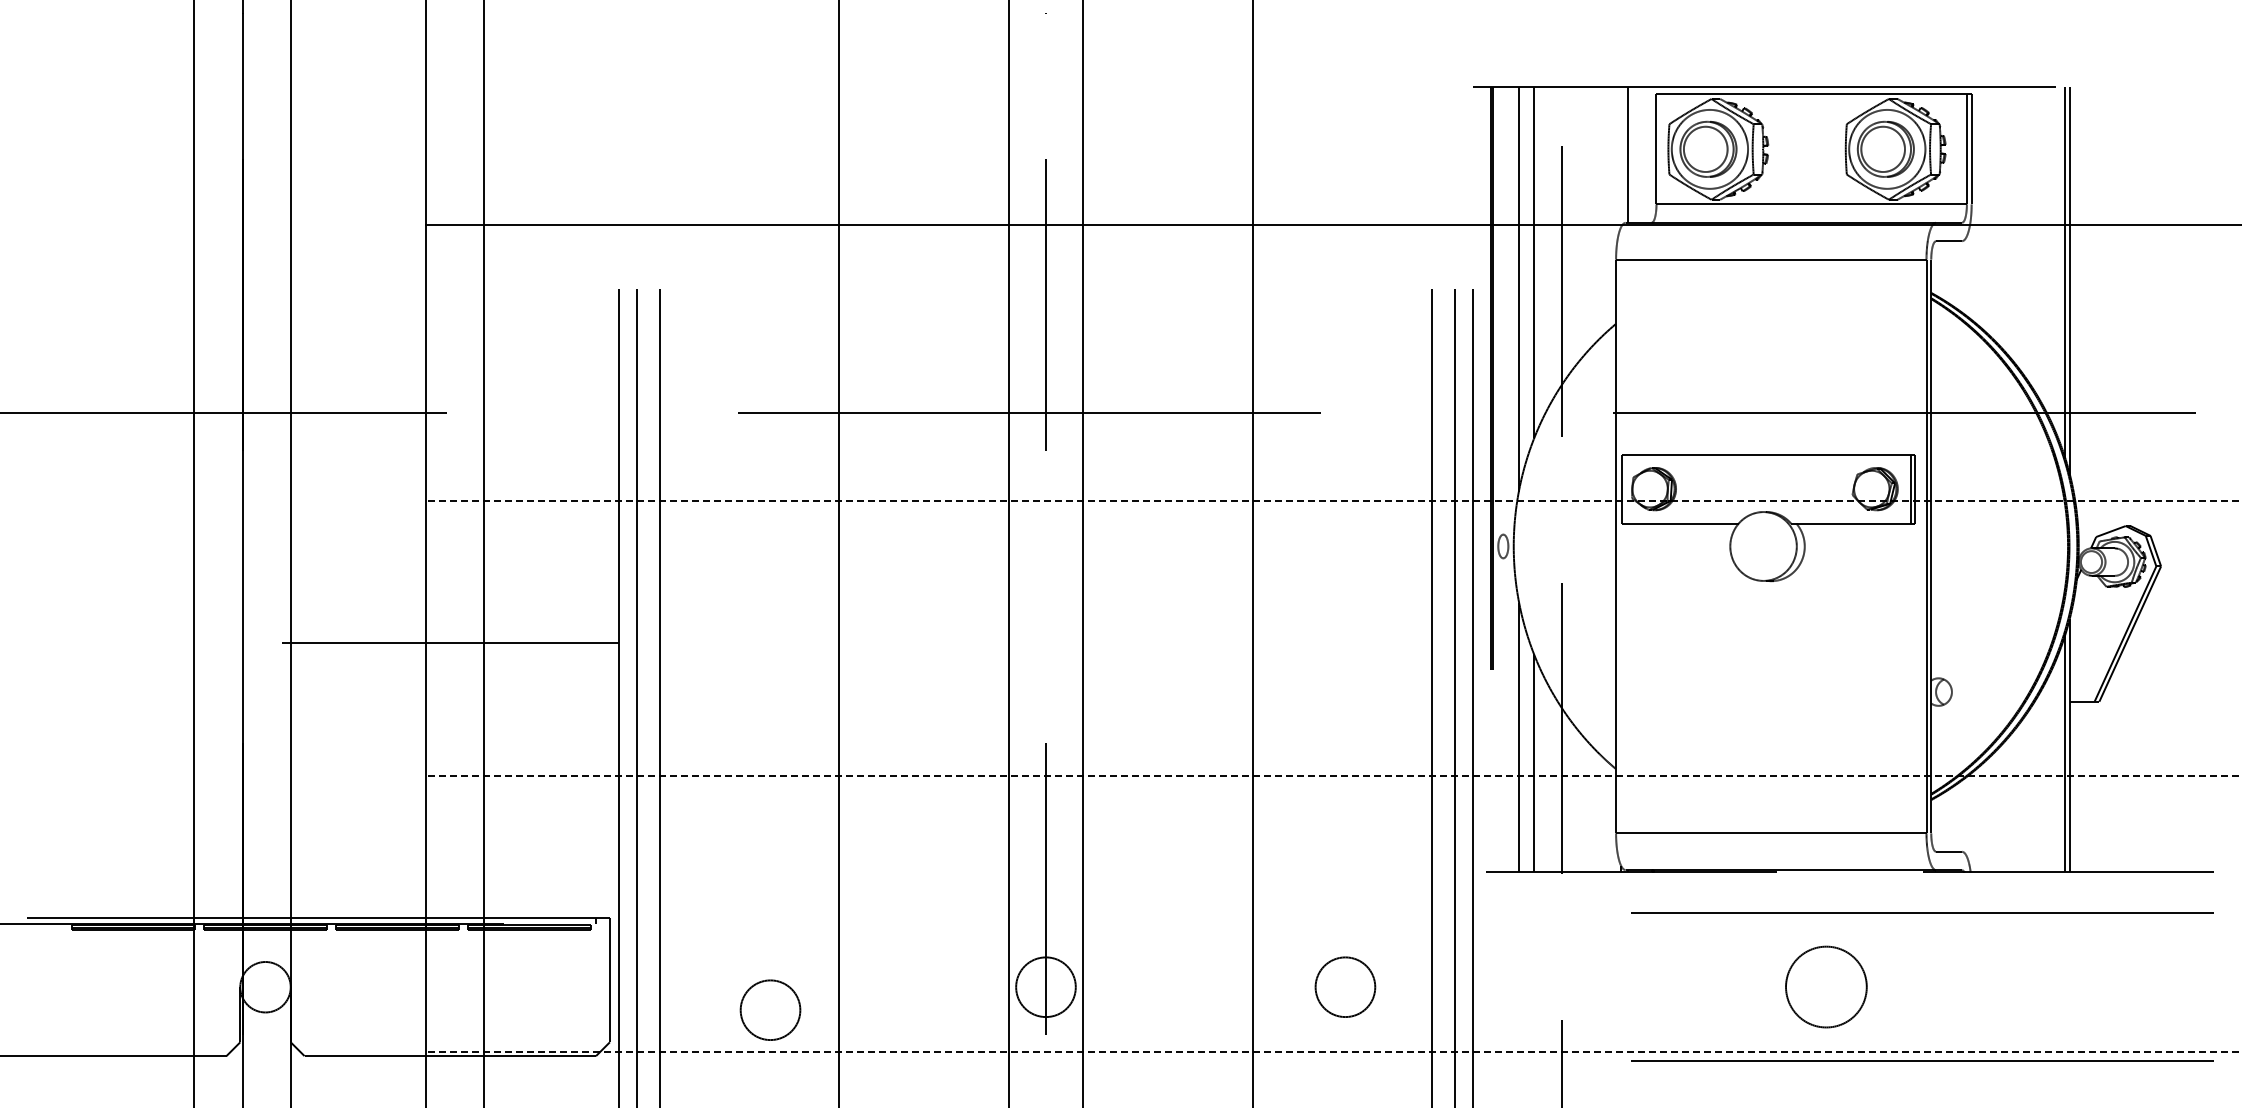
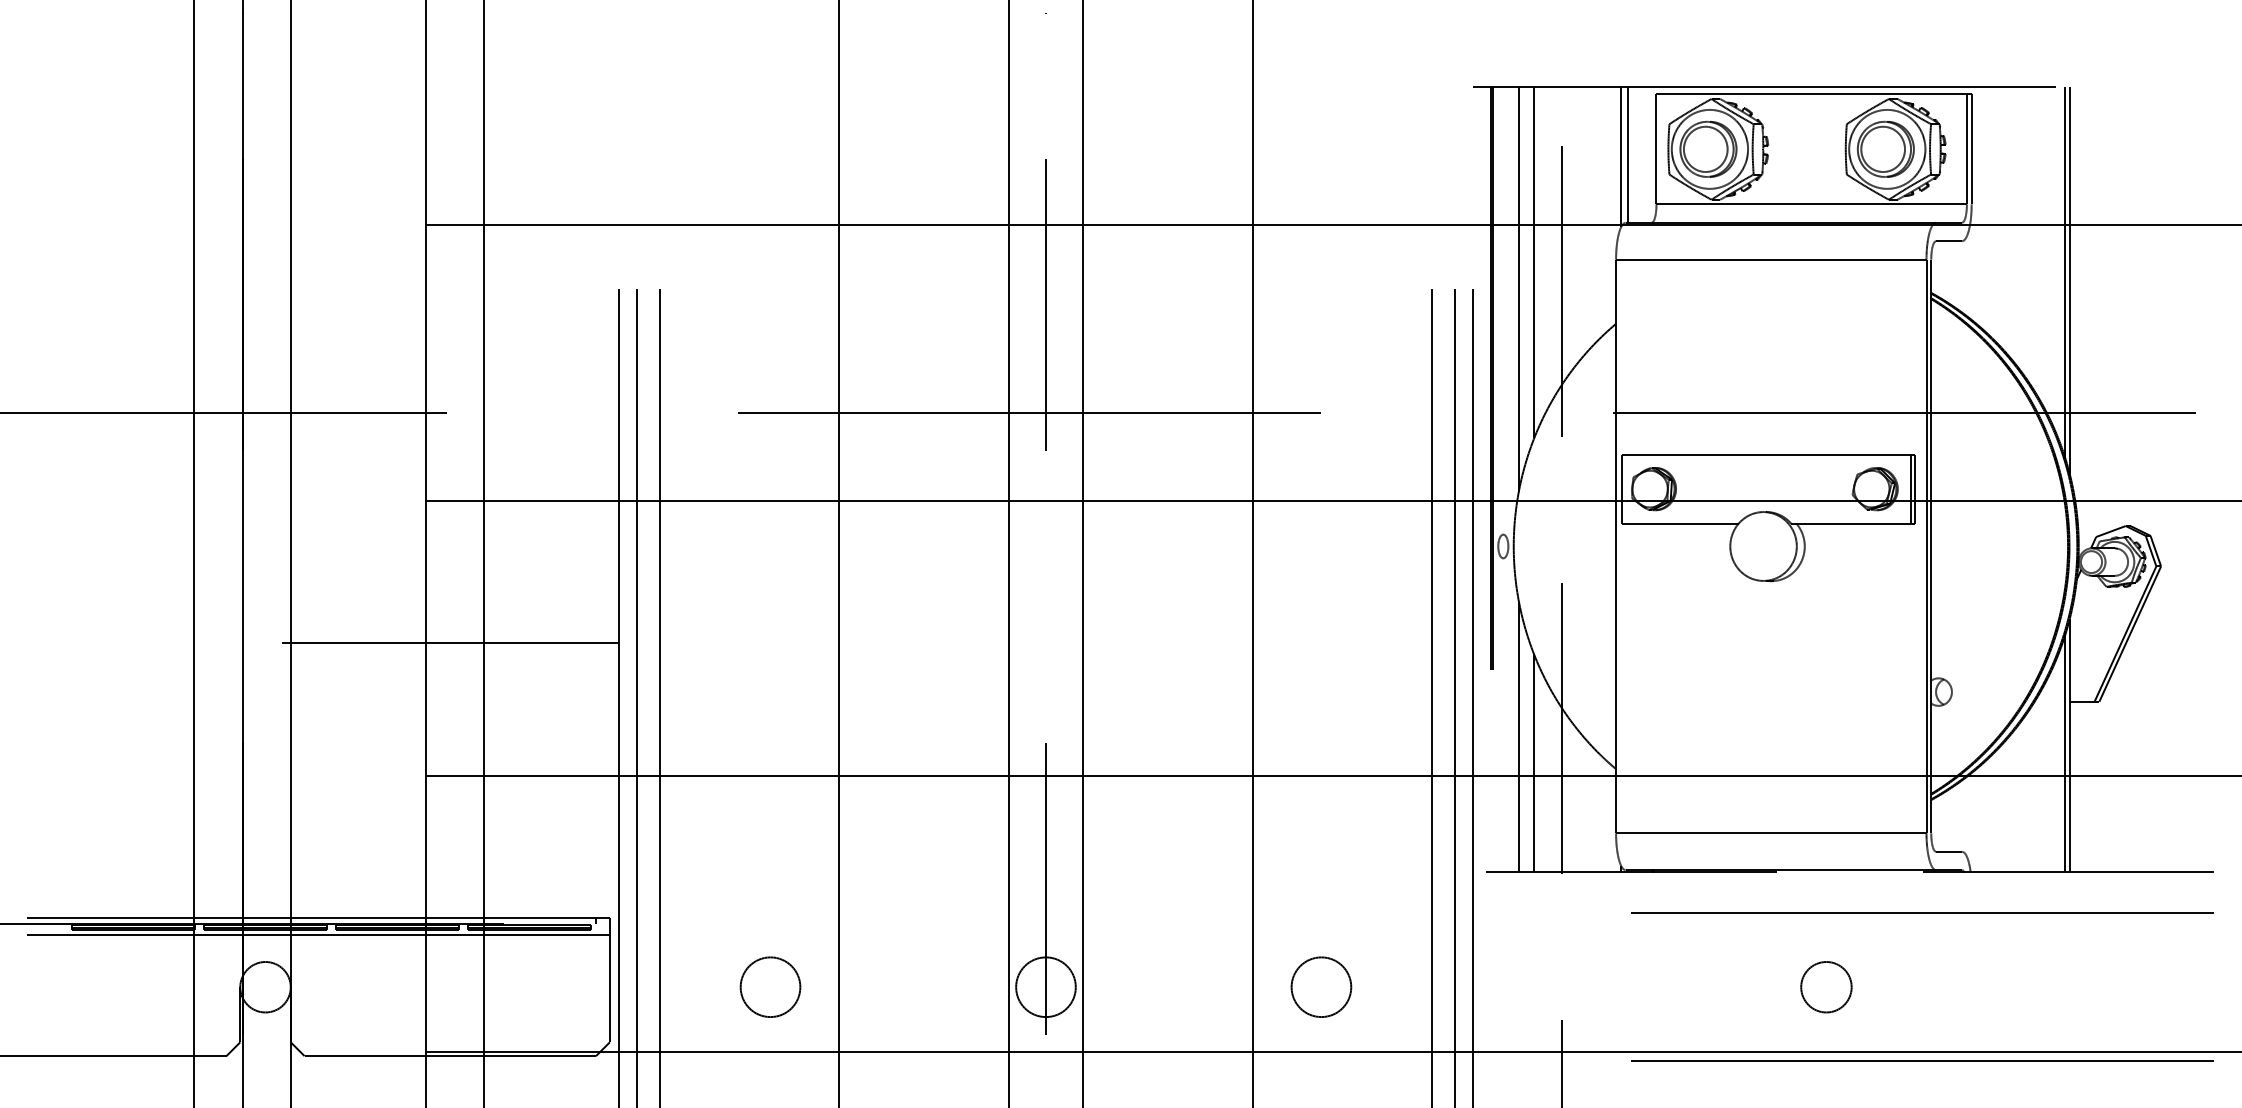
line at (1621, 157): none -> present
line at (1334, 500): dashed -> solid
line at (1334, 776): dashed -> solid
line at (305, 935): none -> present
circle at (1345, 986) position: (1345, 986) -> (1321, 986)
circle at (1826, 986) size: 83x84 px -> 53x53 px
circle at (770, 1009) position: (770, 1009) -> (770, 986)
line at (1334, 1051): dashed -> solid
